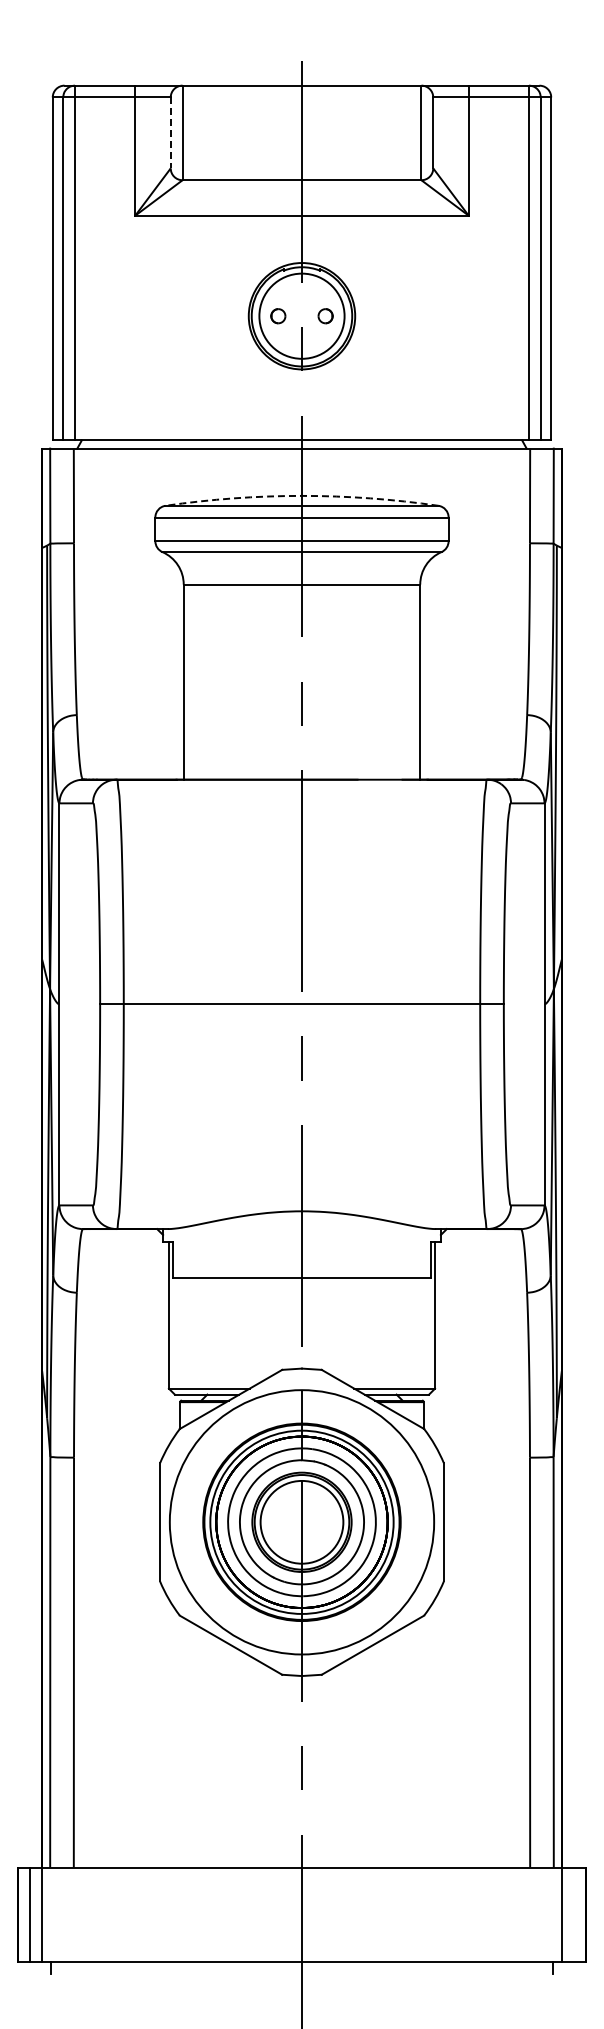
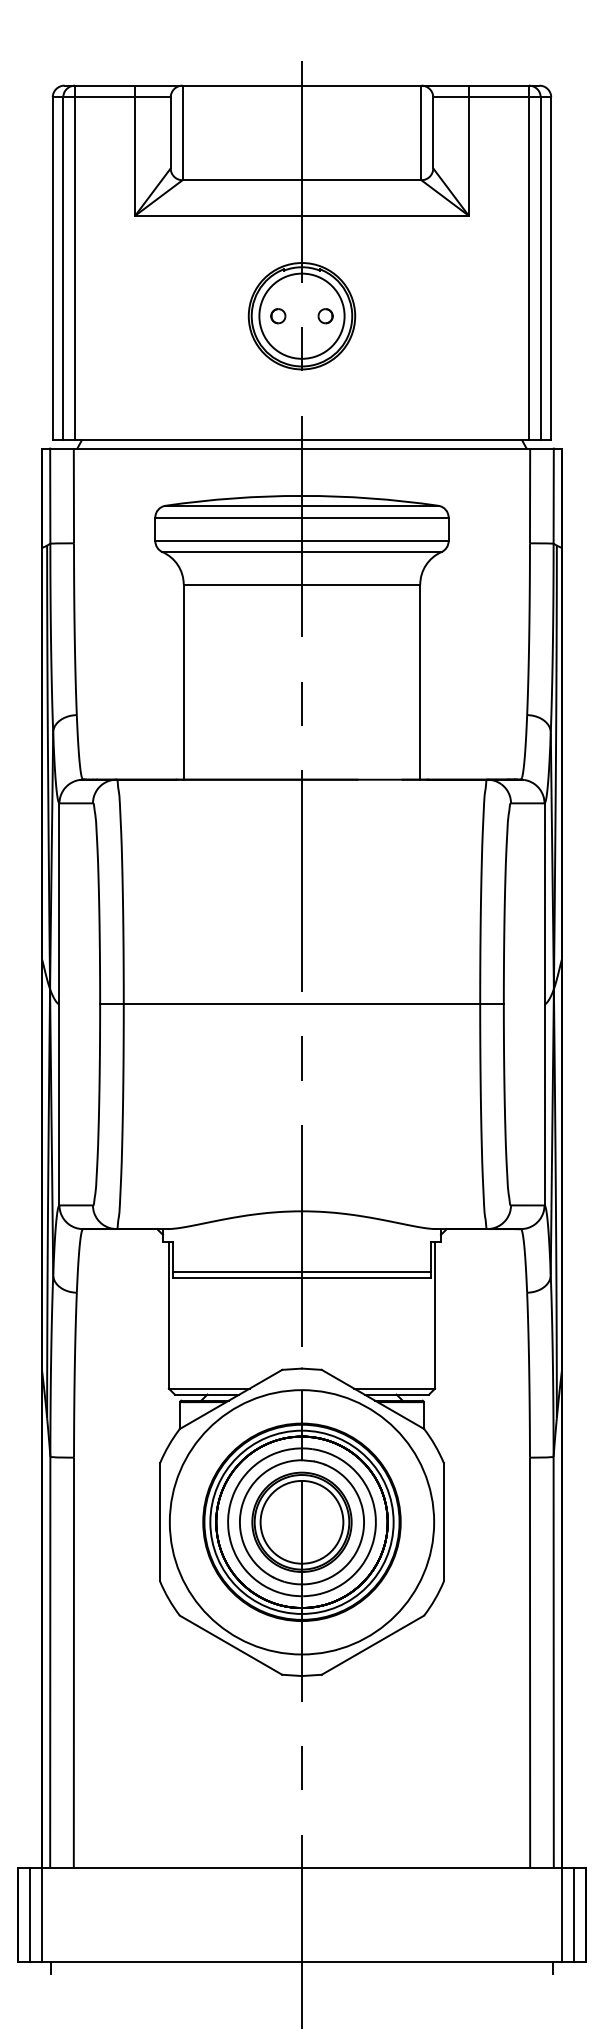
line at (170, 133): dashed -> solid
arc at (301, 495): dashed -> solid
line at (301, 1271): none -> present
line at (573, 1914): none -> present
